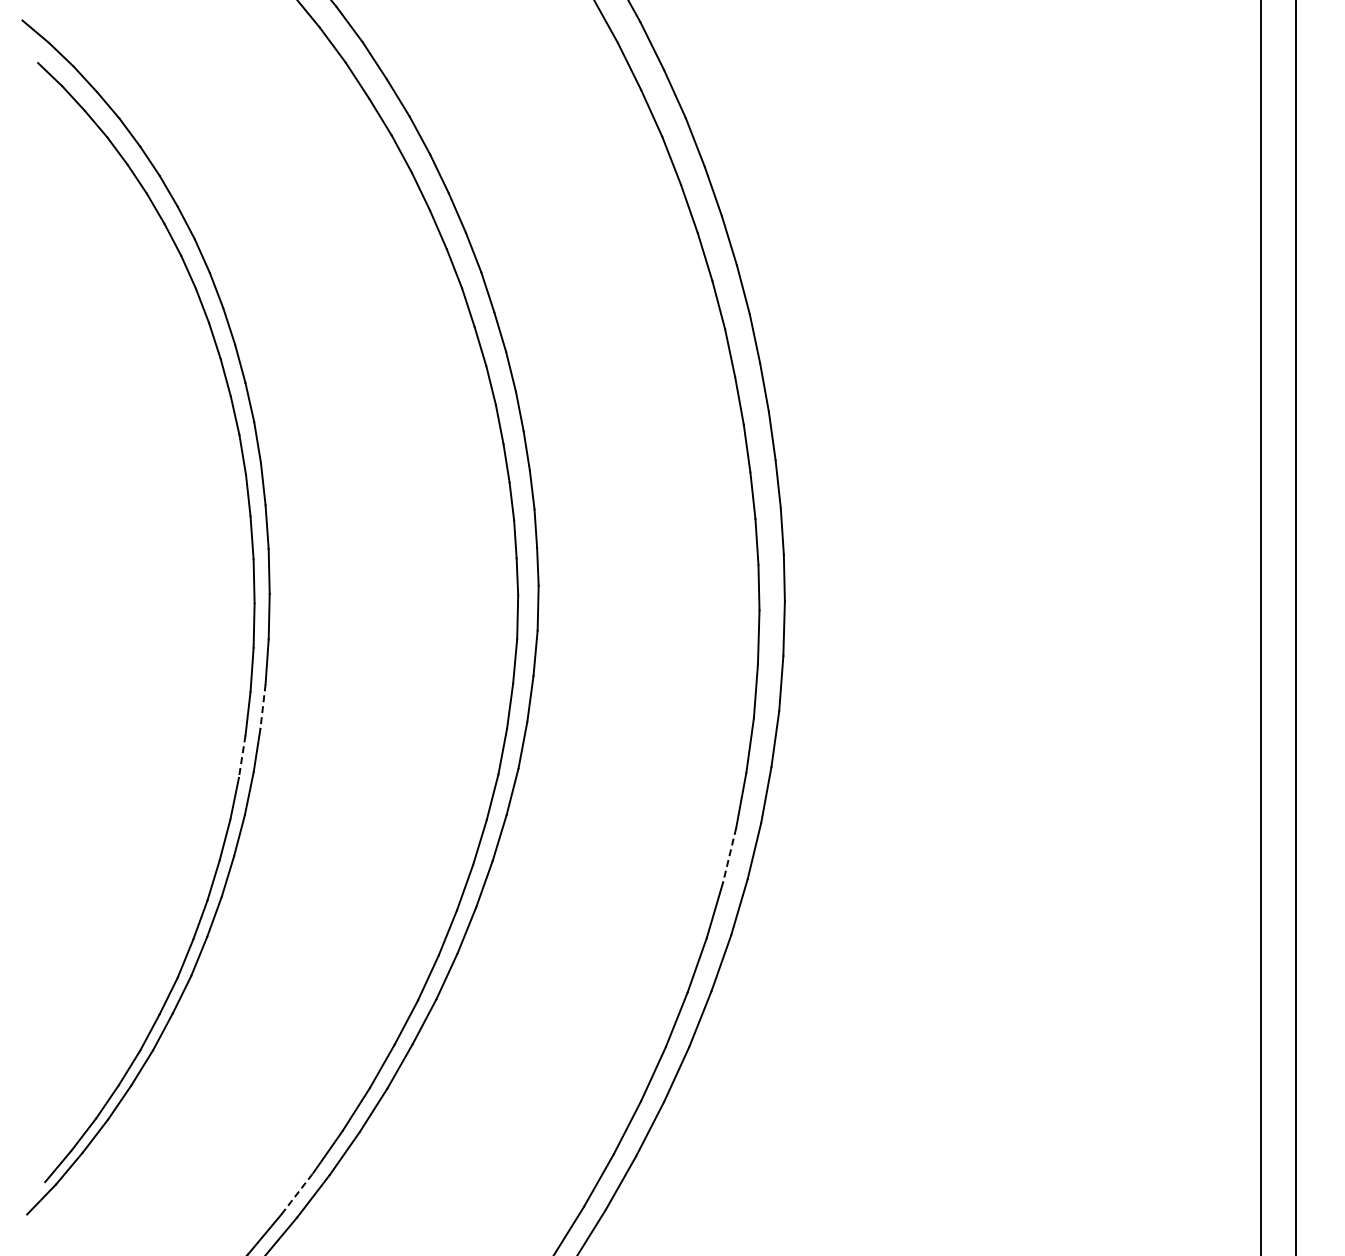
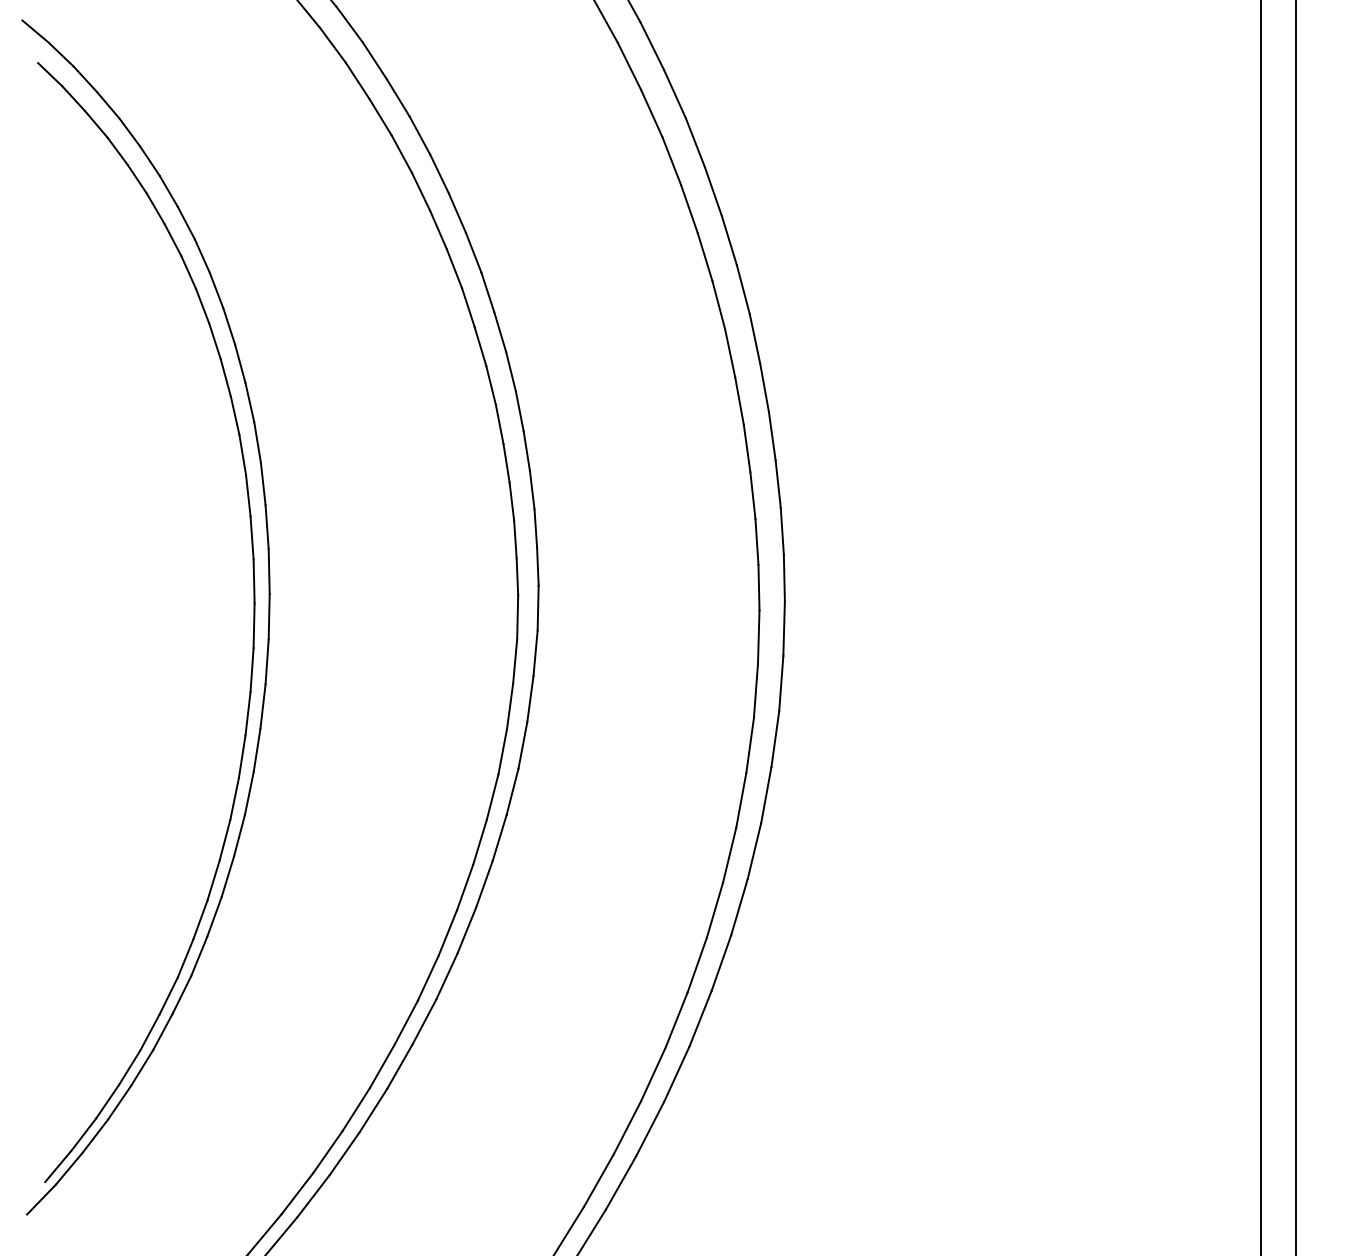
line at (262, 707): dashed -> solid
line at (242, 756): dashed -> solid
line at (729, 855): dashed -> solid
line at (297, 1193): dashed -> solid
